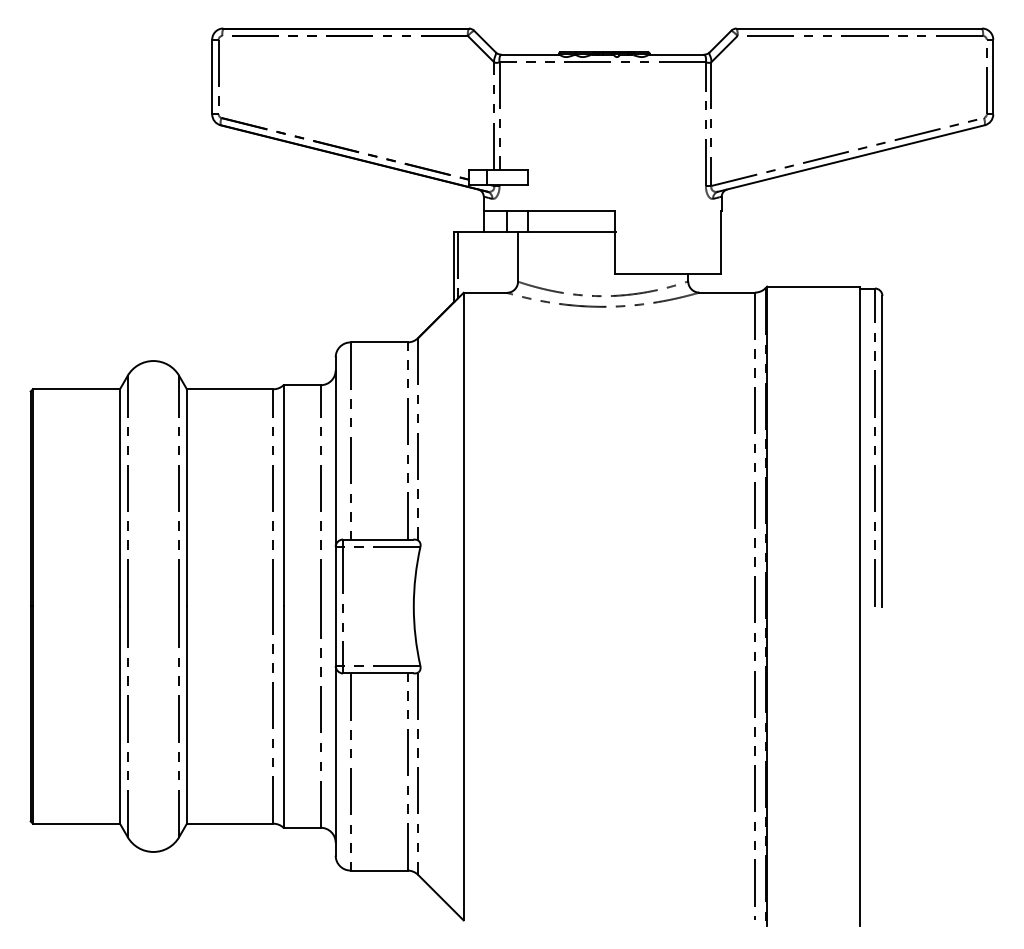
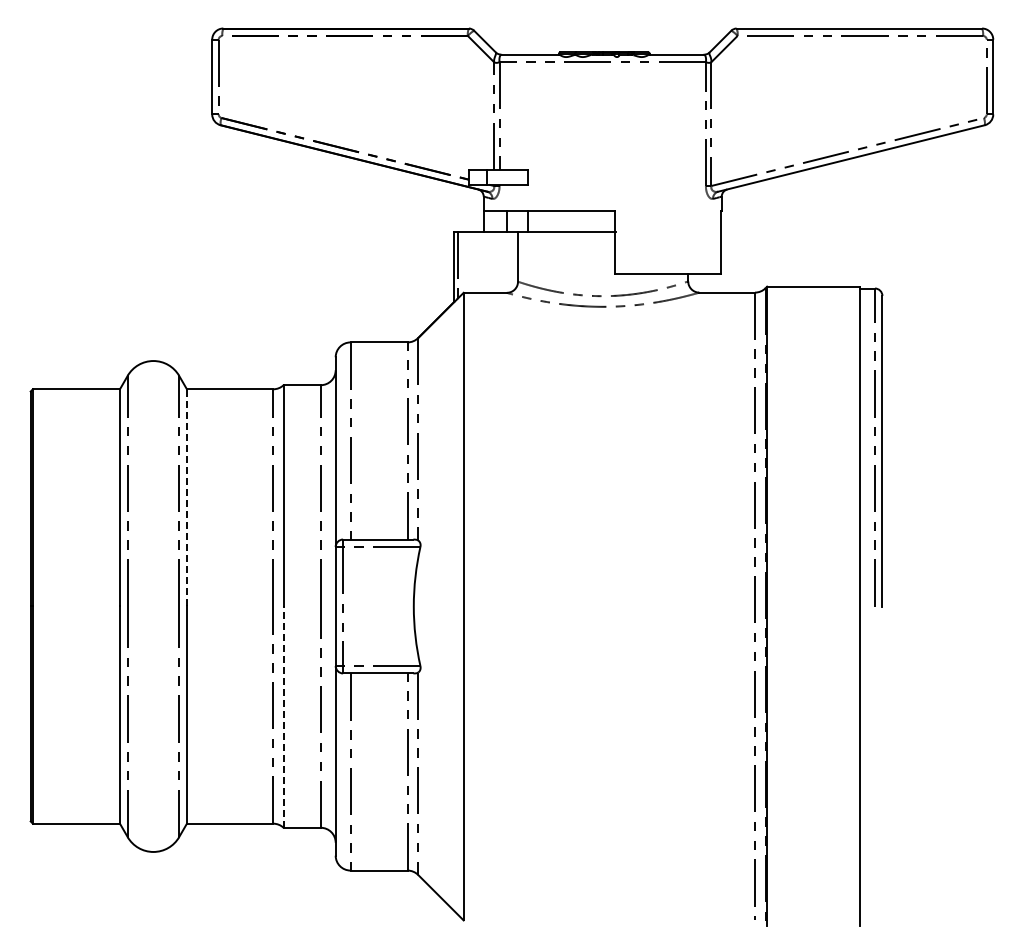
line at (186, 497): solid -> dashed
line at (283, 717): solid -> dashed
